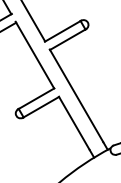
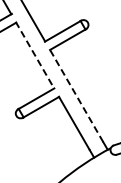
line at (34, 55): solid -> dashed
line at (76, 95): solid -> dashed
